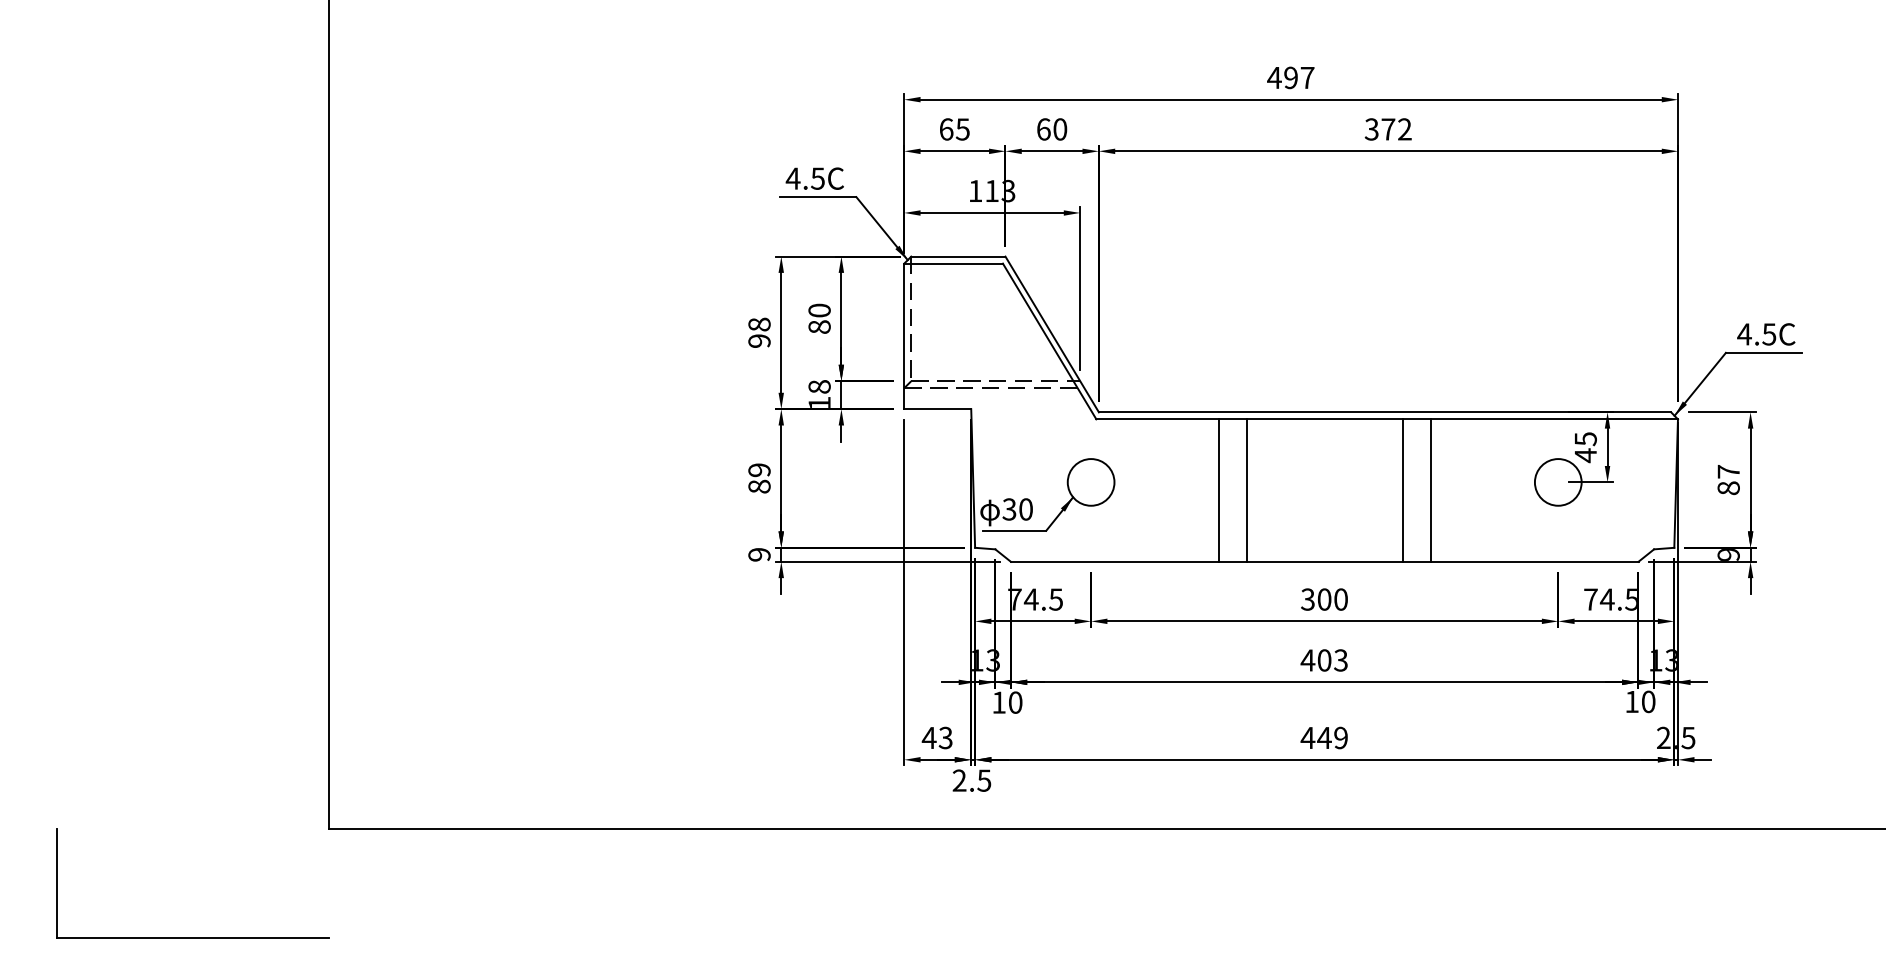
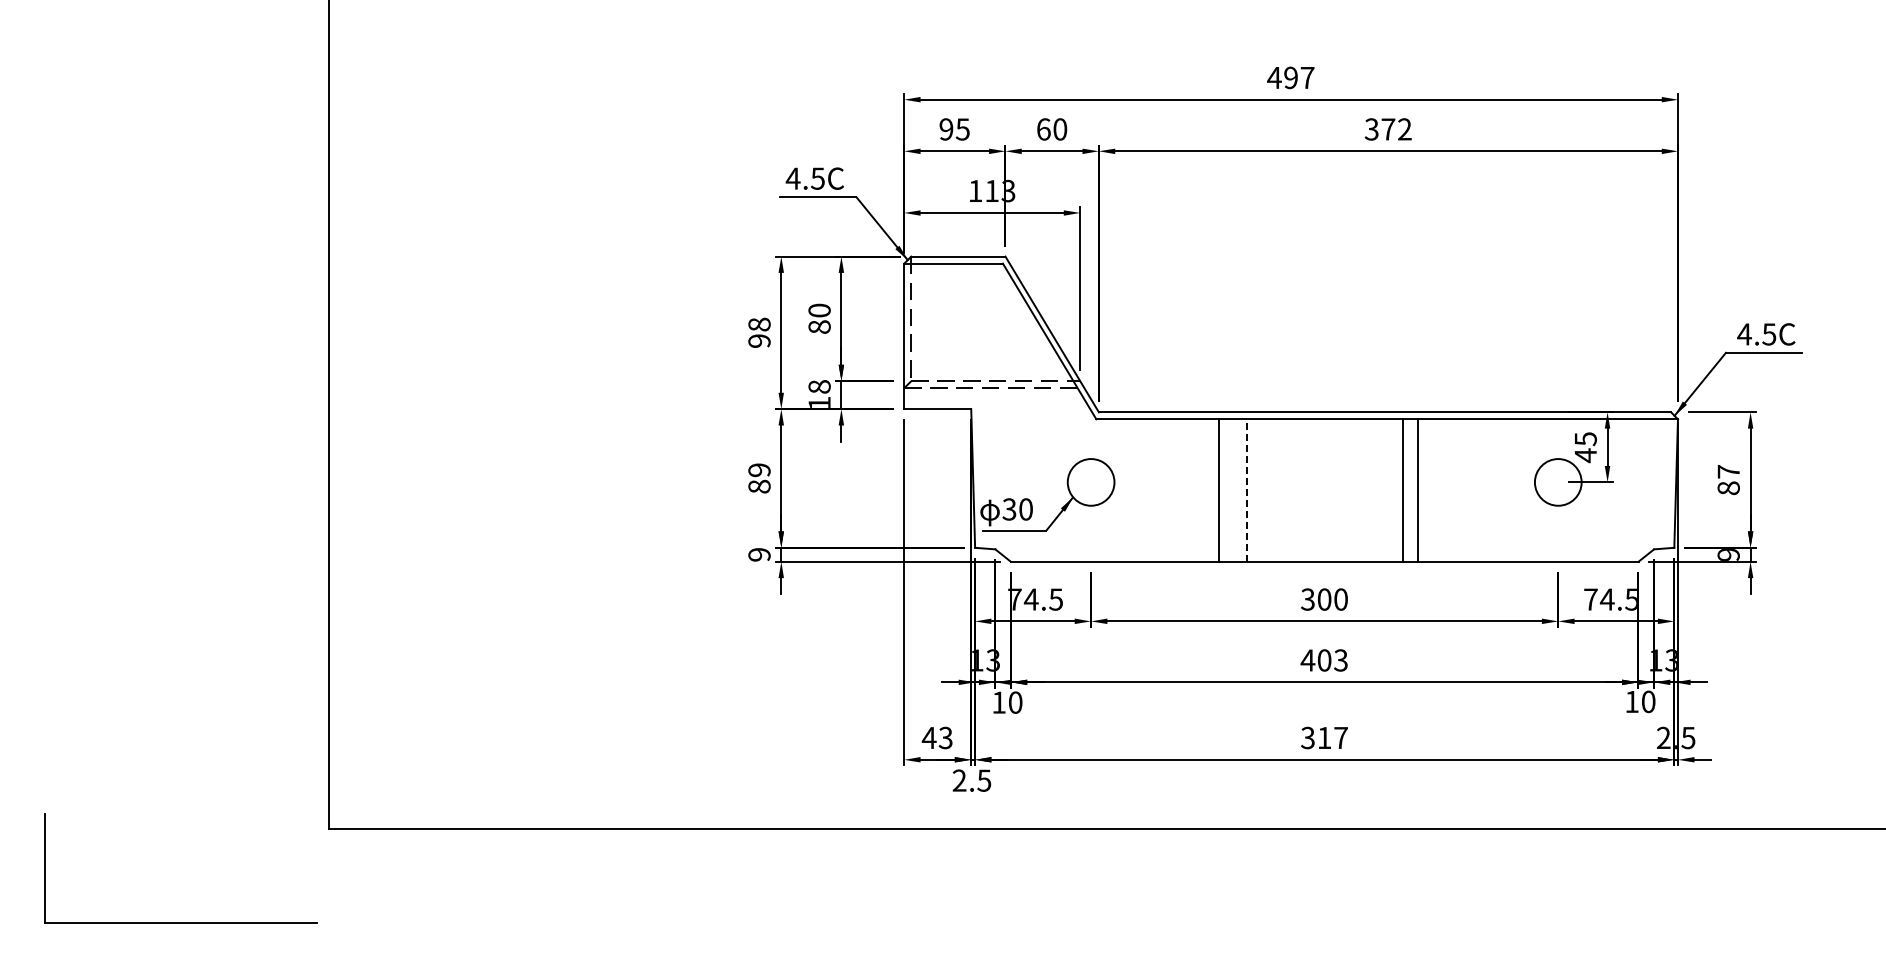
text at (946, 129): 65 -> 95
line at (1246, 490): solid -> dashed
line at (1430, 490) position: (1430, 490) -> (1417, 490)
text at (1323, 737): 449 -> 317
part at (192, 937) position: (192, 937) -> (180, 922)
